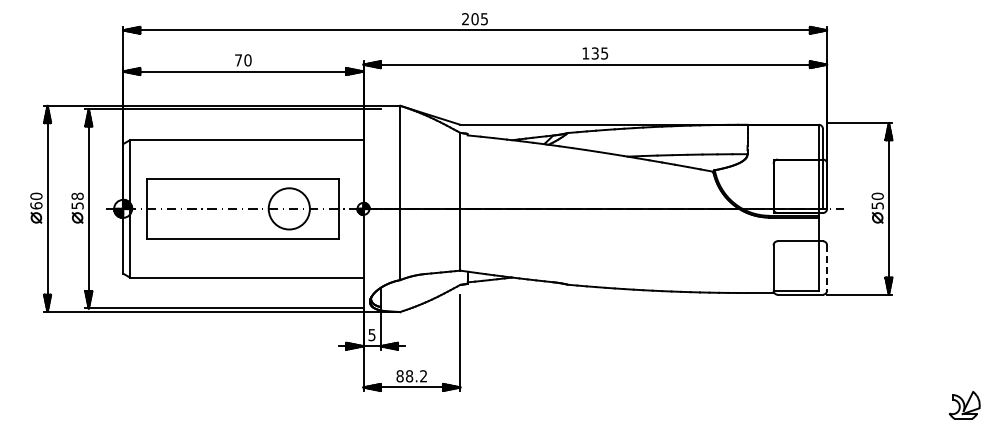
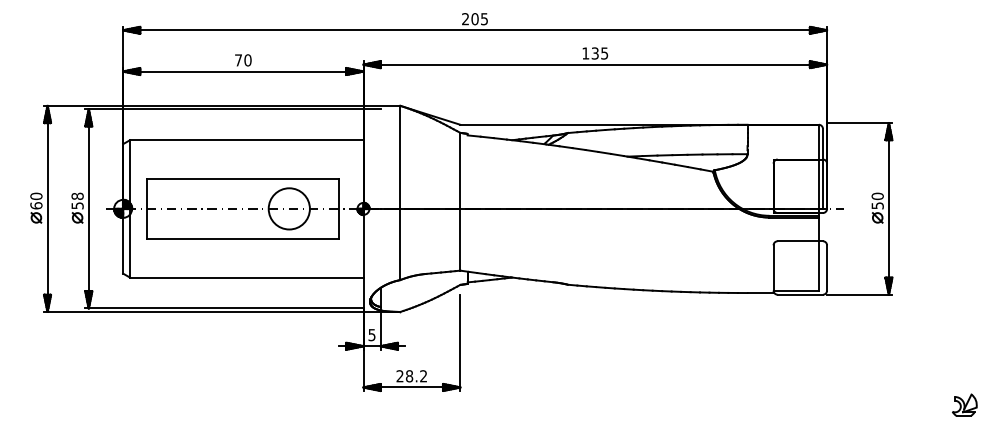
line at (827, 268): dashed -> solid
text at (399, 376): 88.2 -> 28.2
part at (964, 405) size: 32x29 px -> 26x24 px
